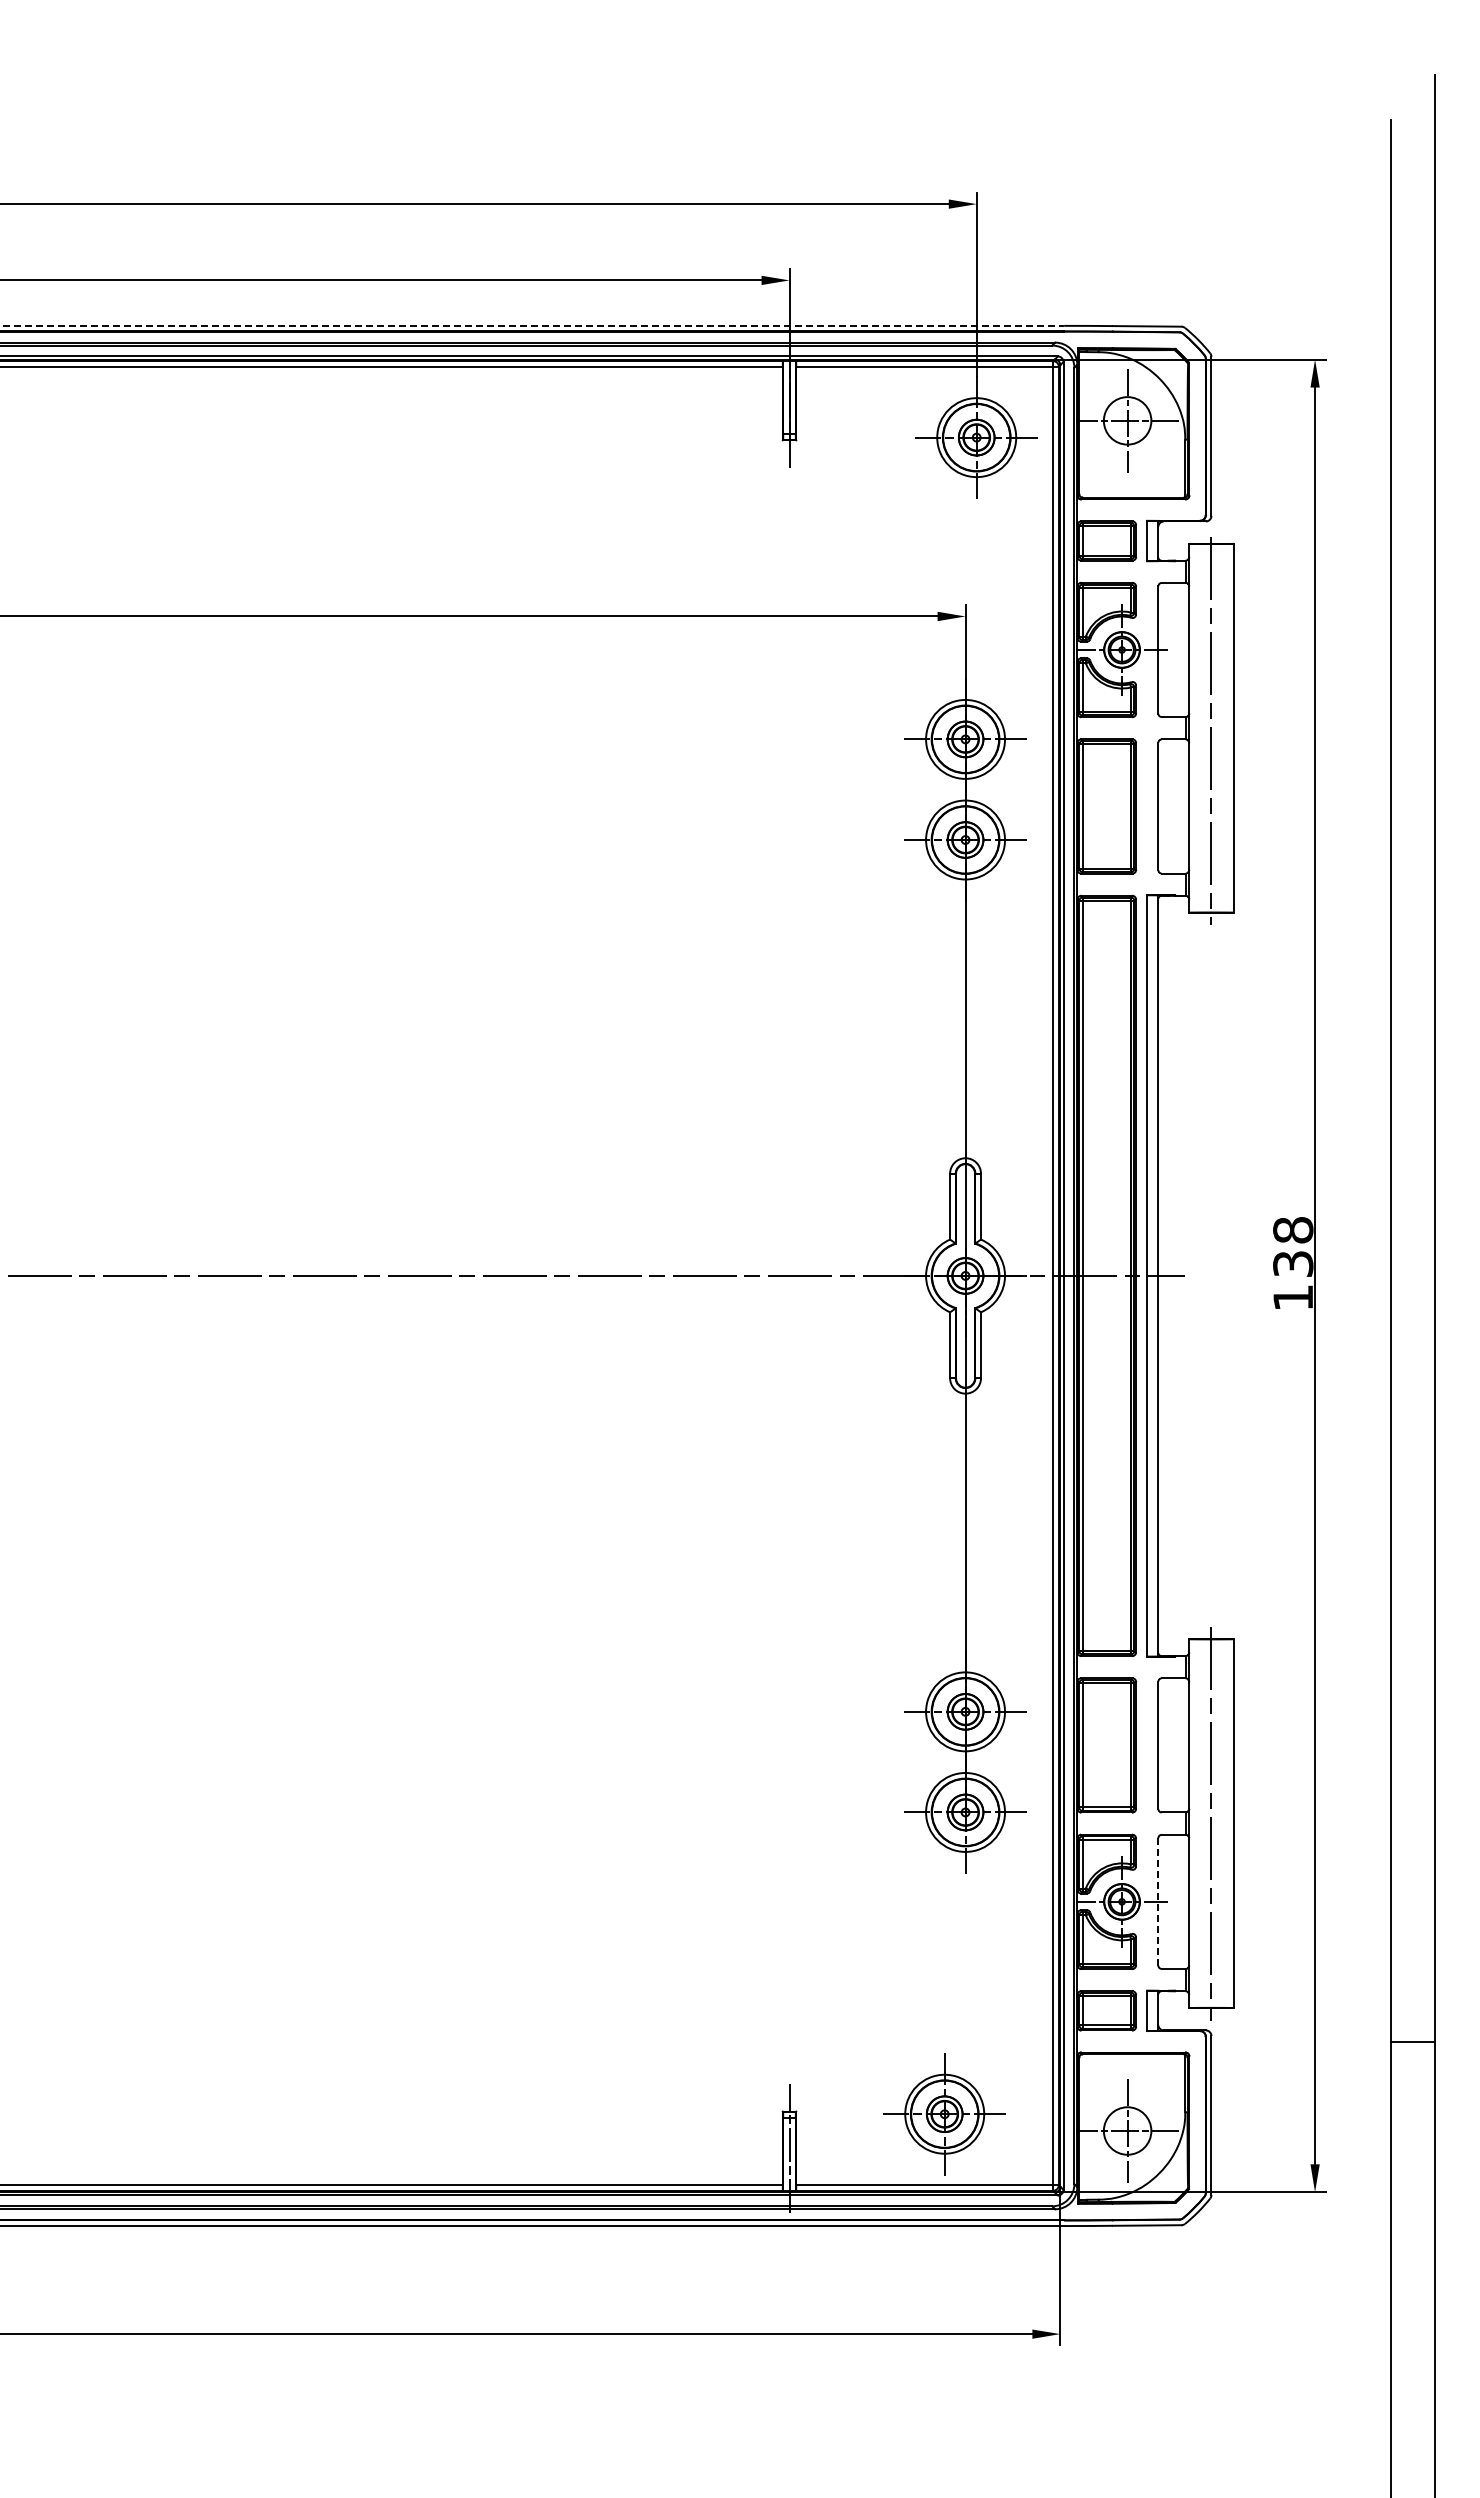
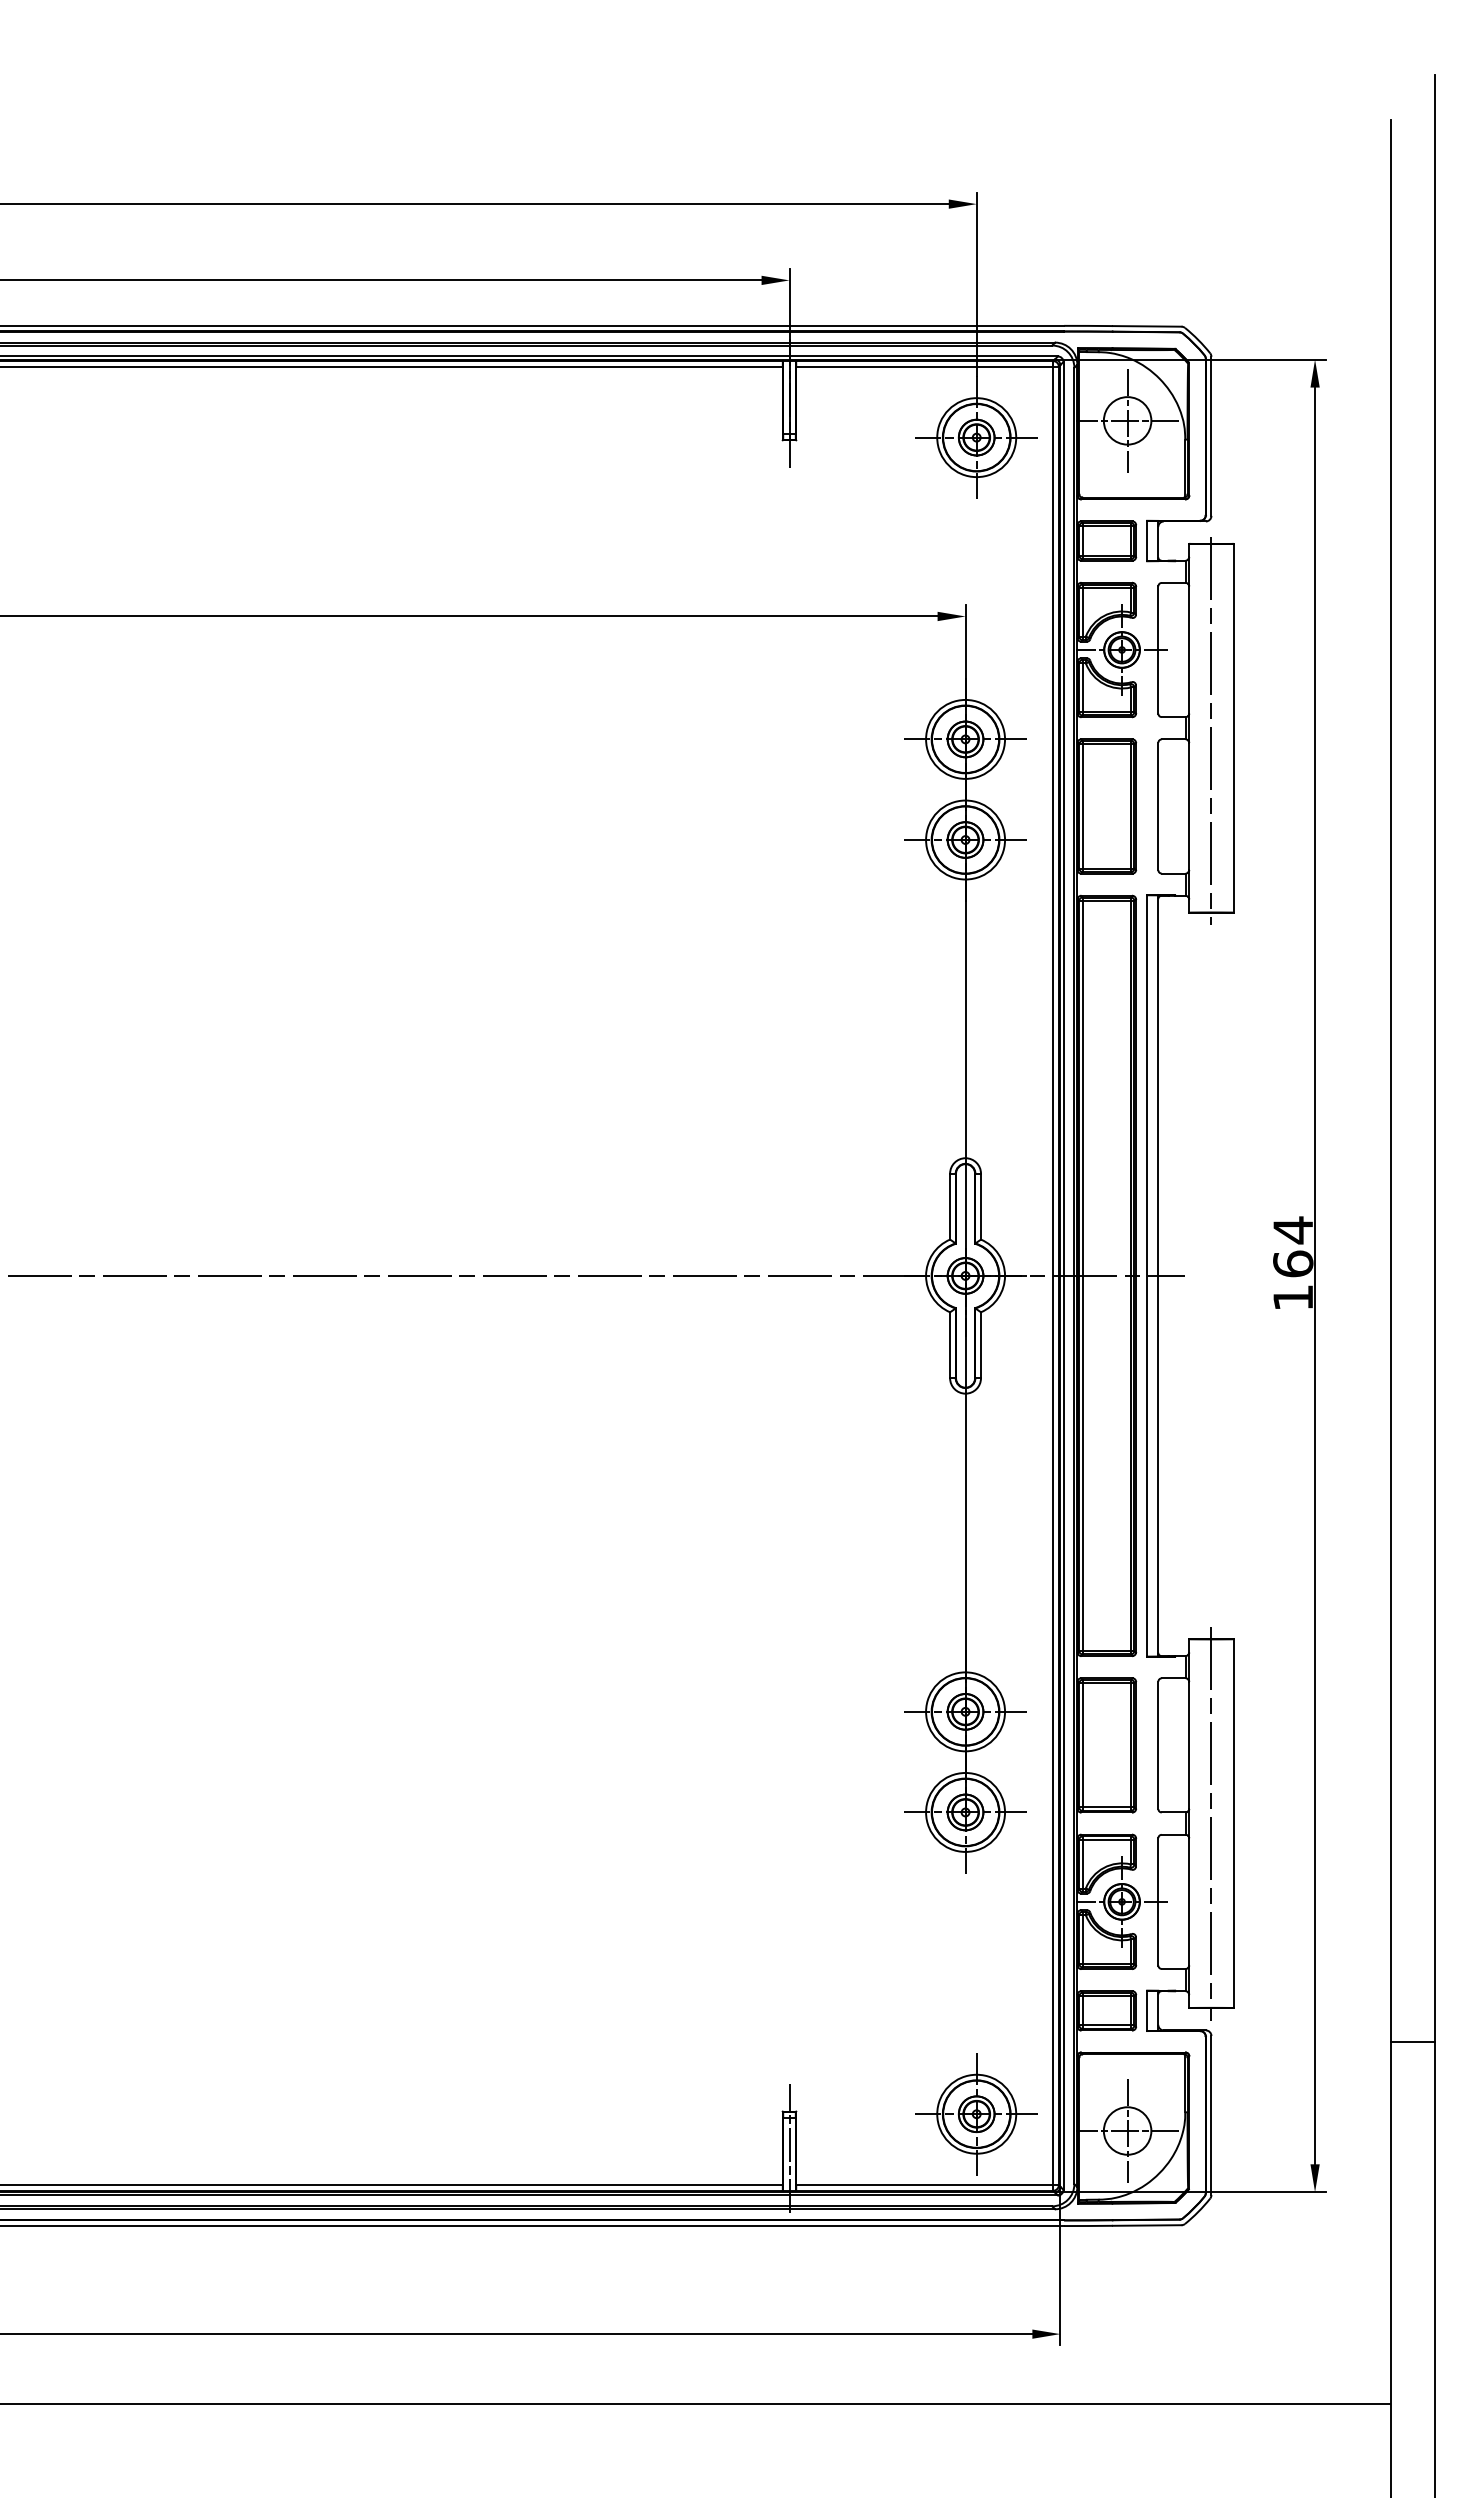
line at (532, 325): dashed -> solid
text at (1293, 1246): 138 -> 164
line at (1158, 1901): dashed -> solid
part at (944, 2114) position: (944, 2114) -> (976, 2114)
line at (696, 2404): none -> present
